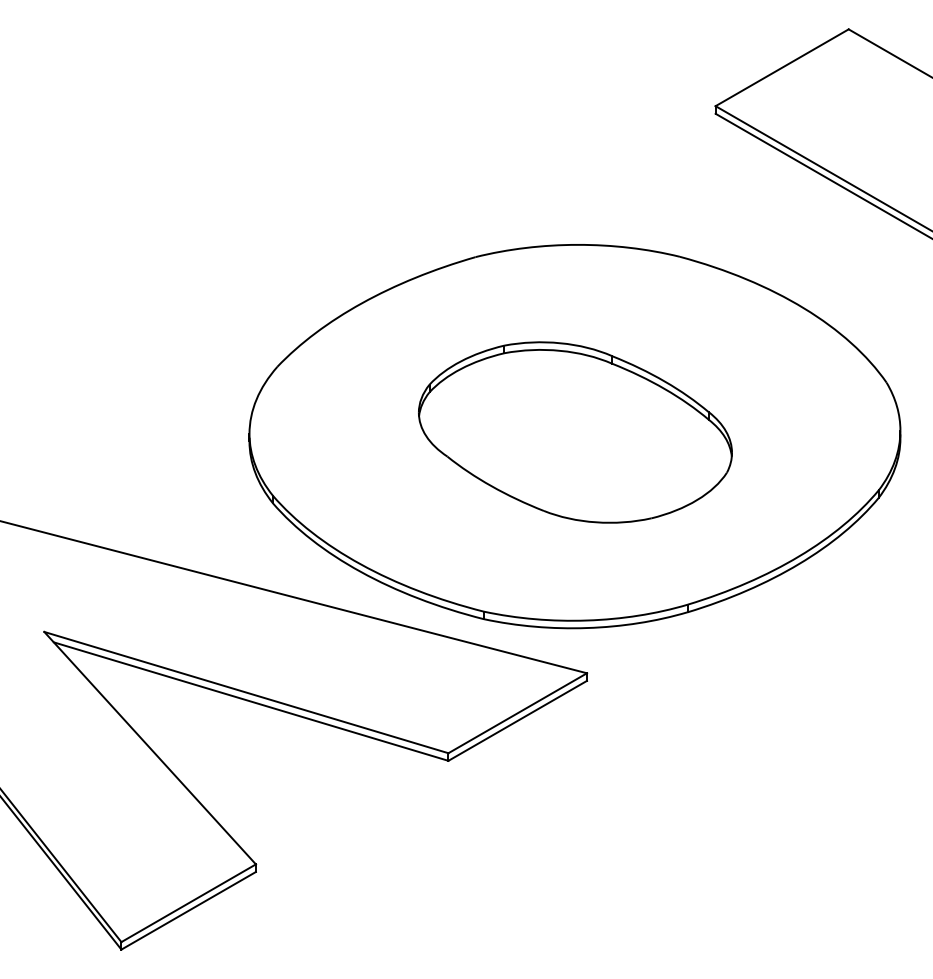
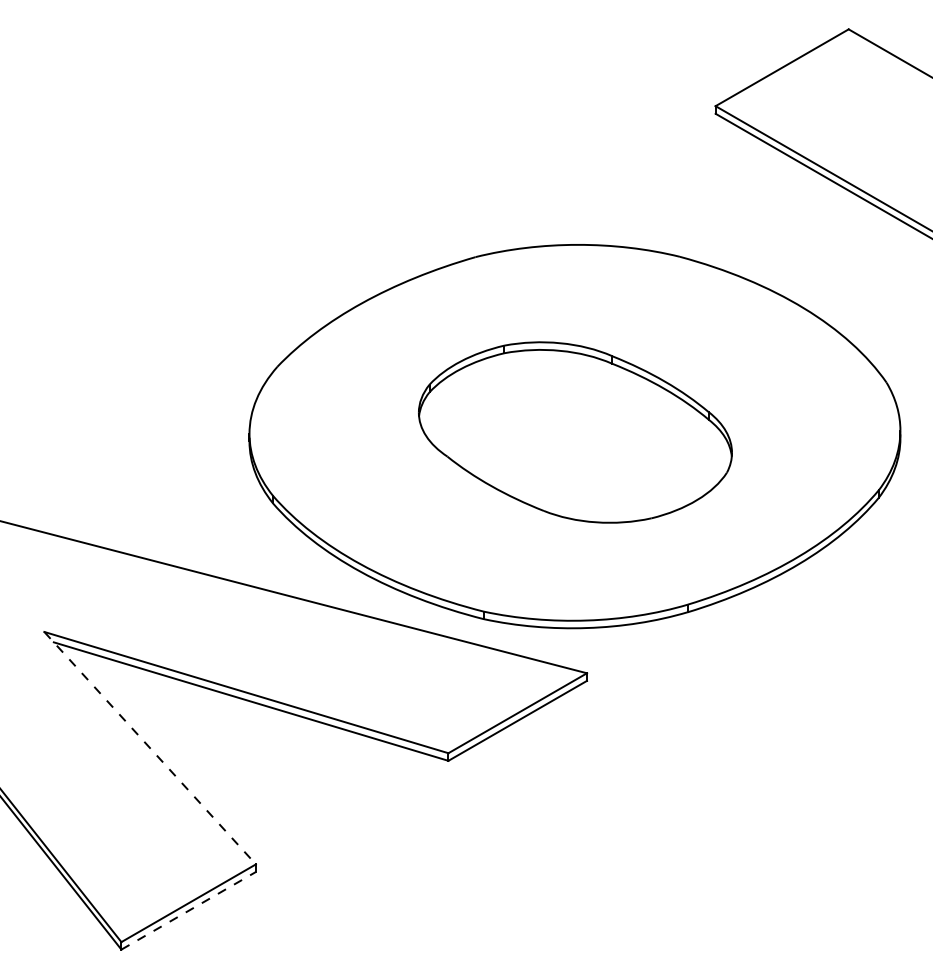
line at (150, 748): solid -> dashed
line at (188, 910): solid -> dashed
